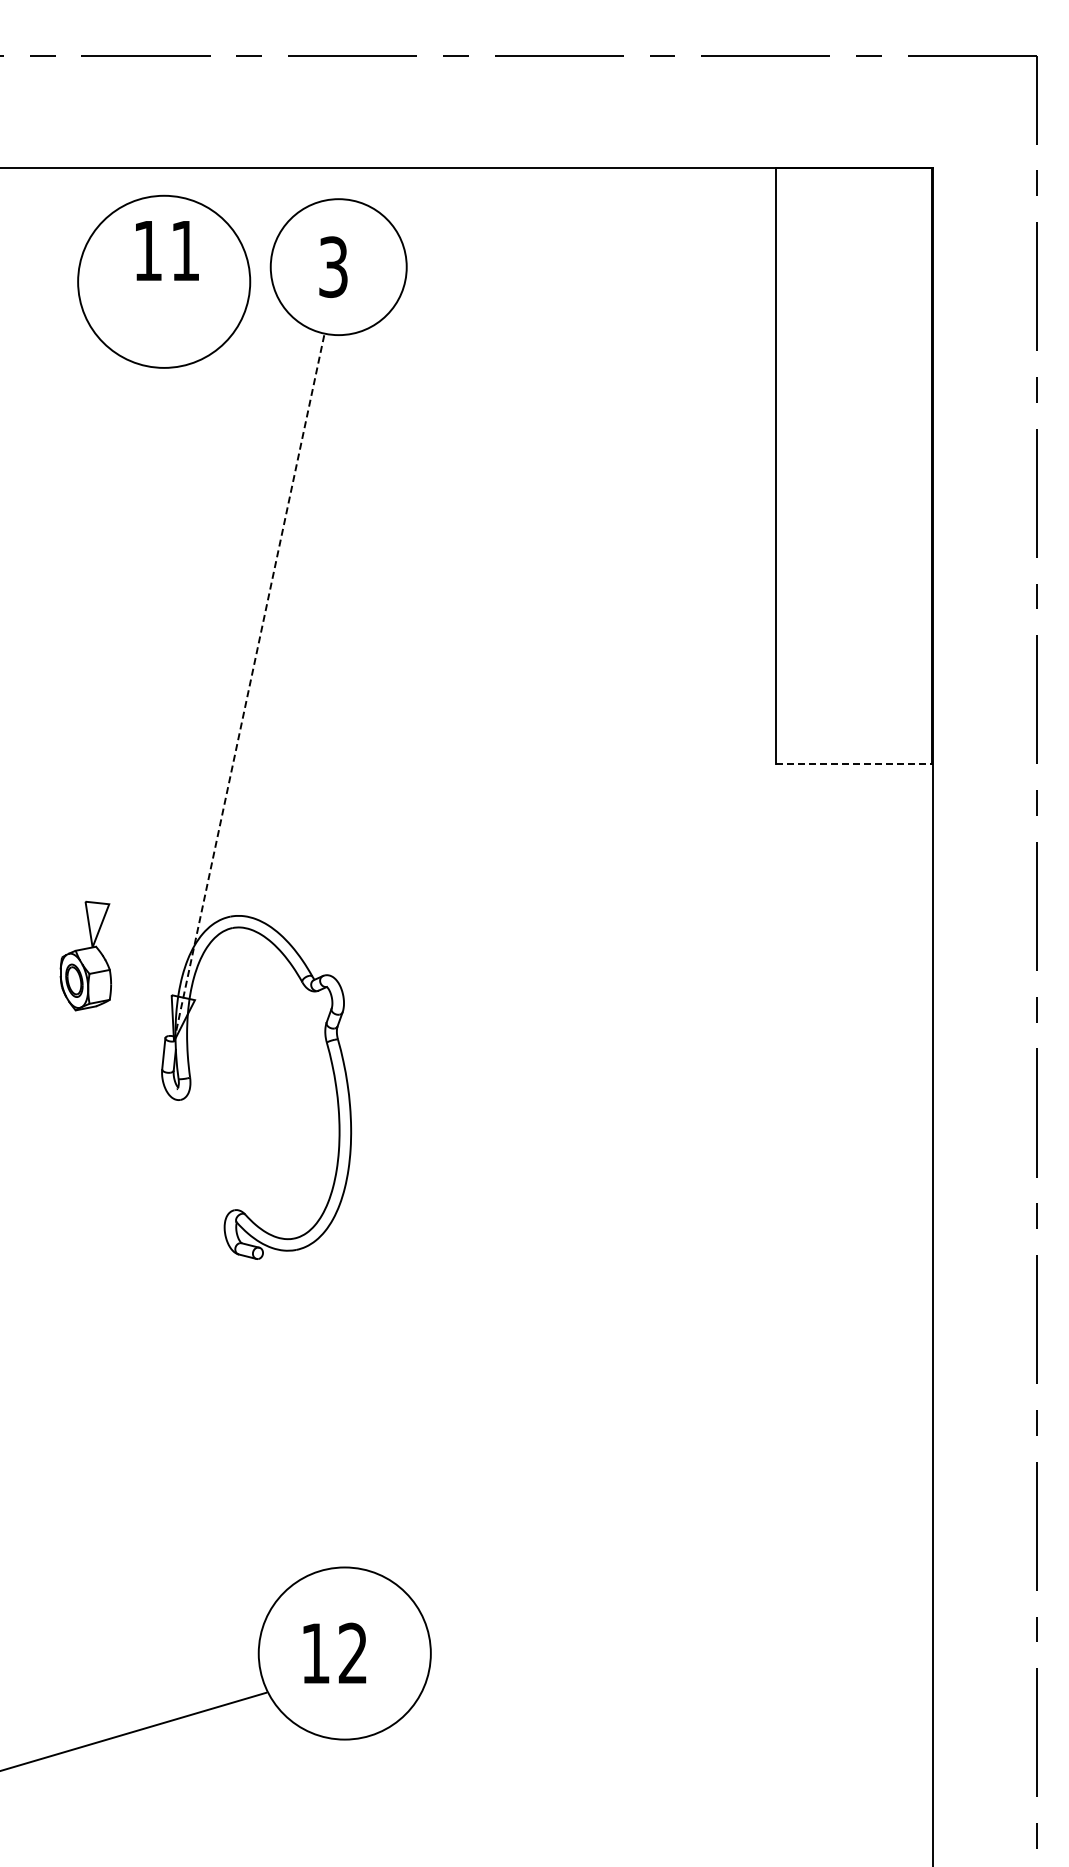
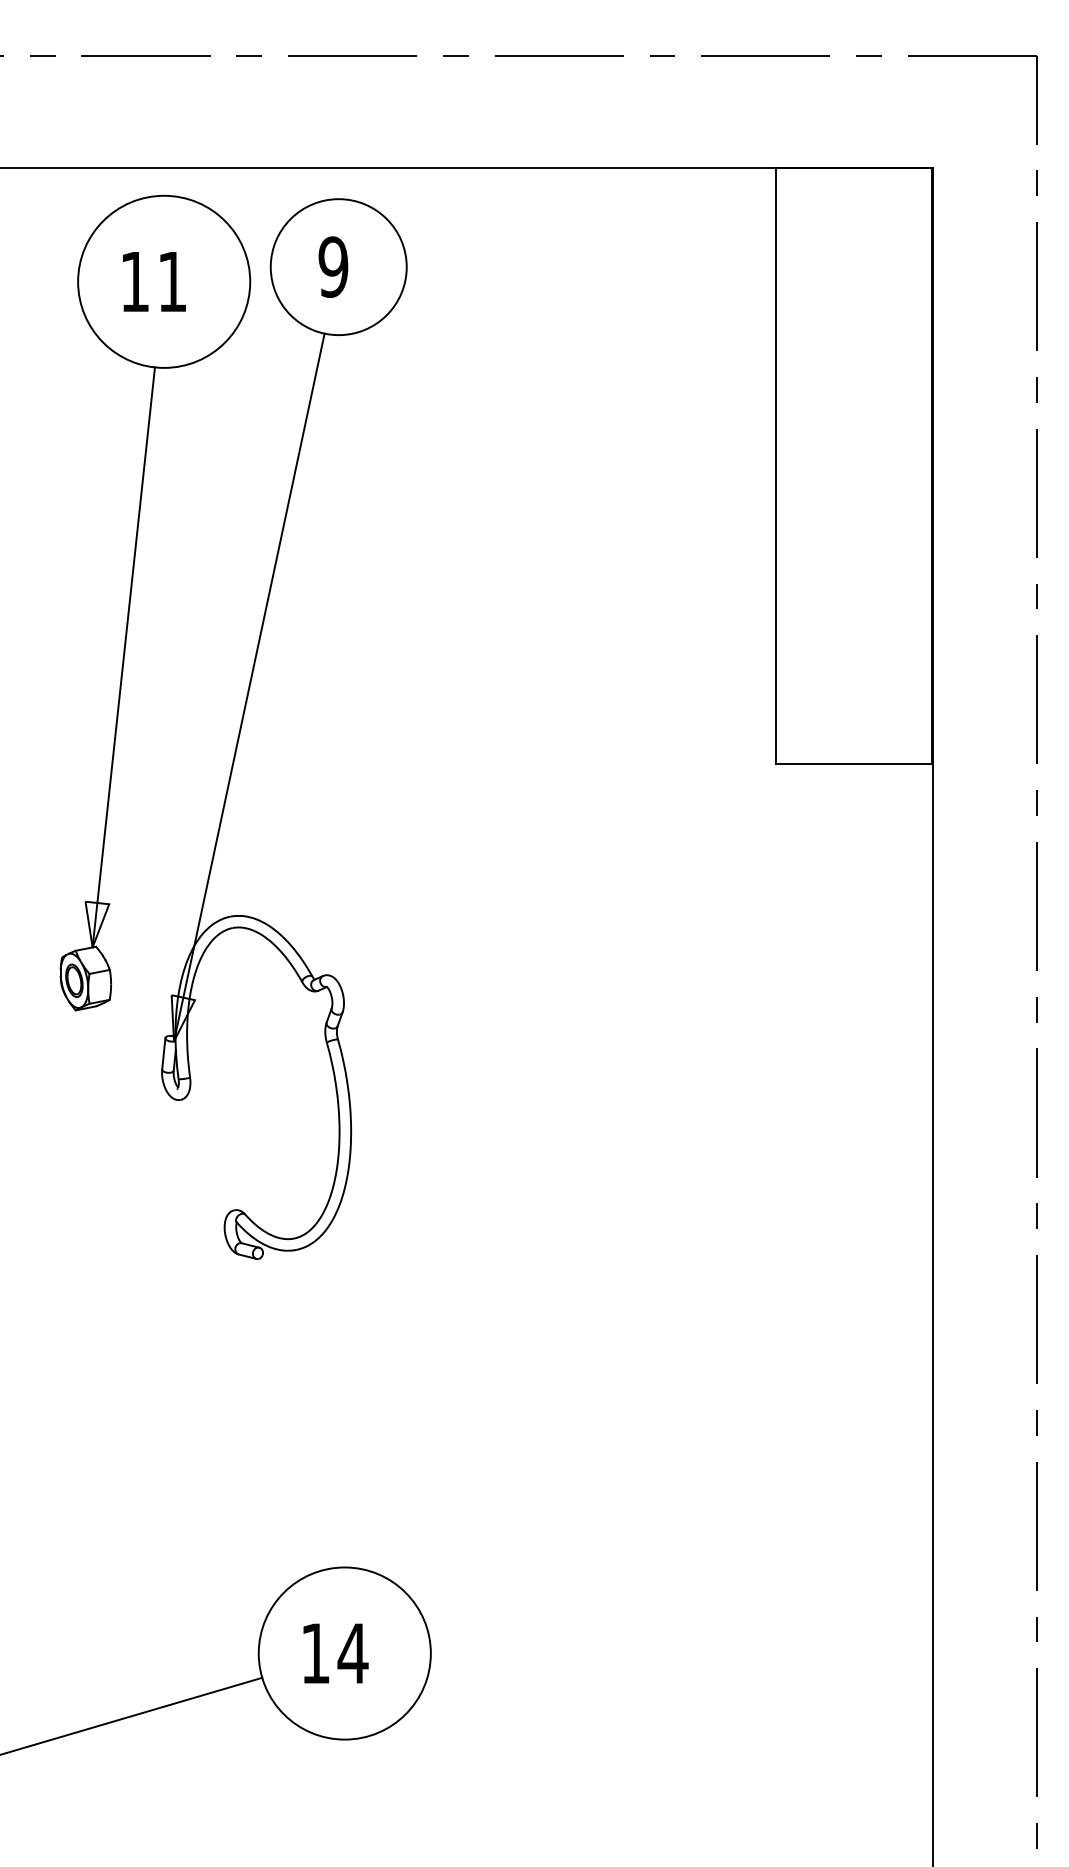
text at (167, 250) position: (167, 250) -> (154, 281)
text at (333, 266): 3 -> 9
line at (123, 657): none -> present
line at (249, 687): dashed -> solid
line at (854, 764): dashed -> solid
text at (352, 1652): 12 -> 14
line at (134, 1731) position: (134, 1731) -> (132, 1715)
